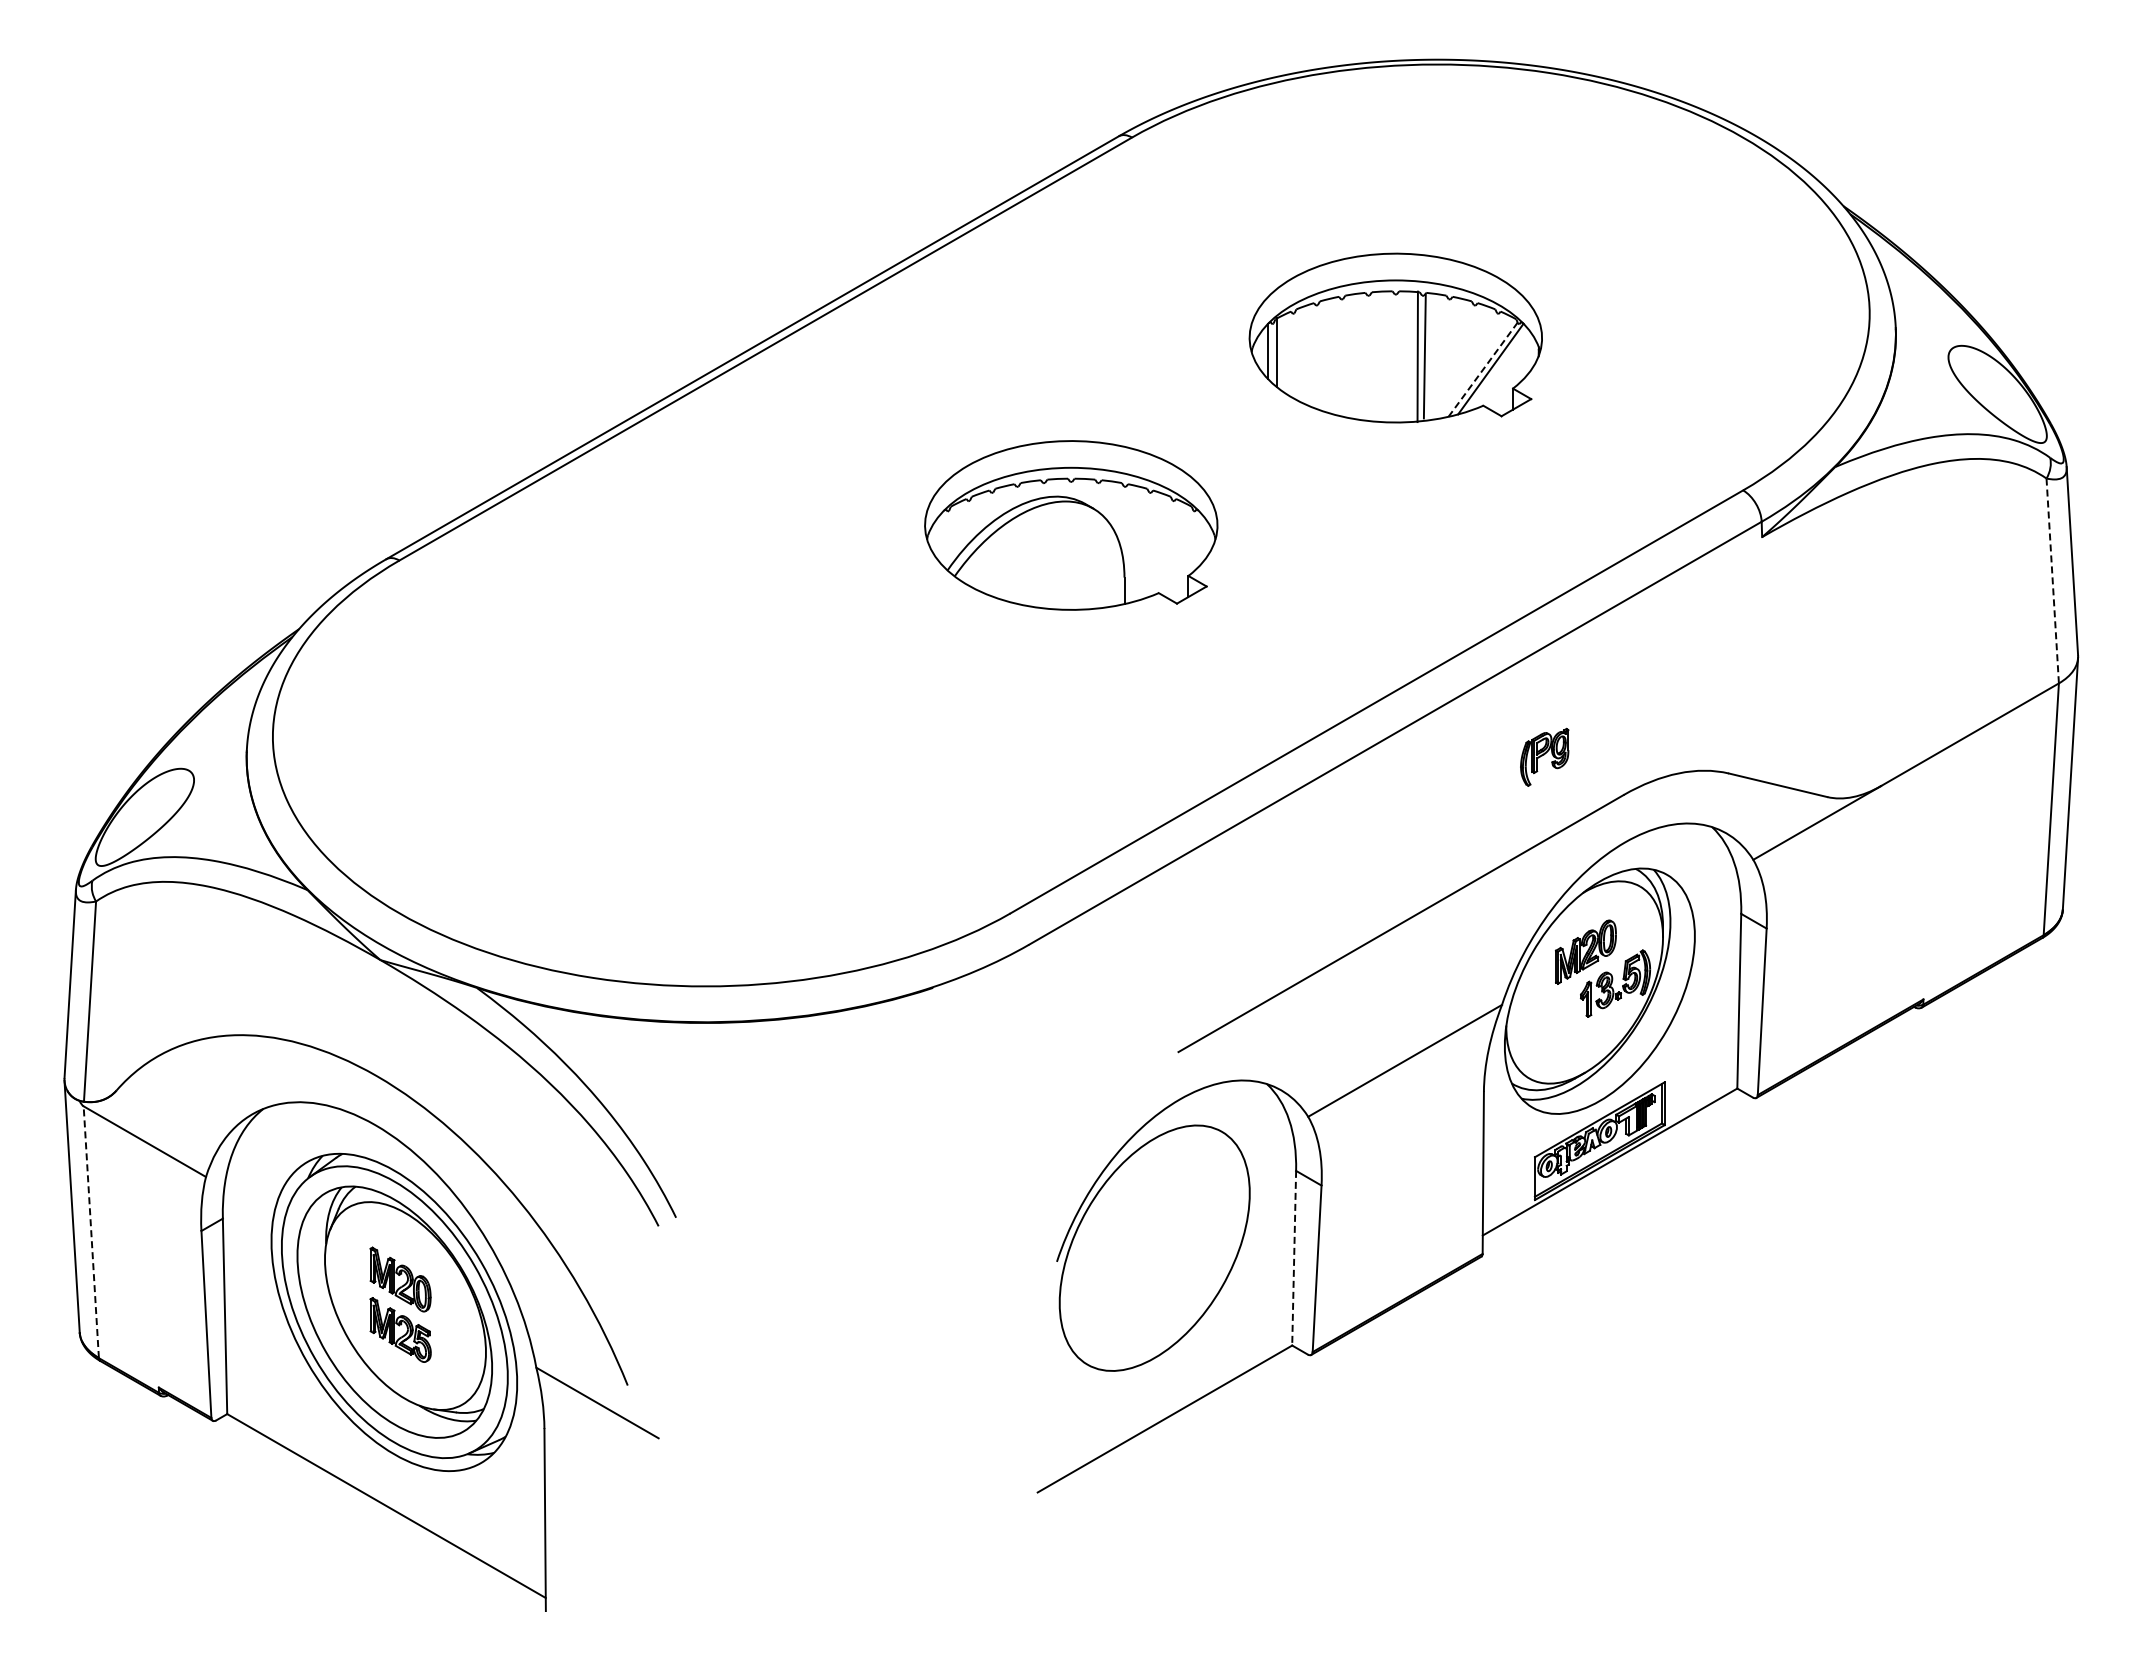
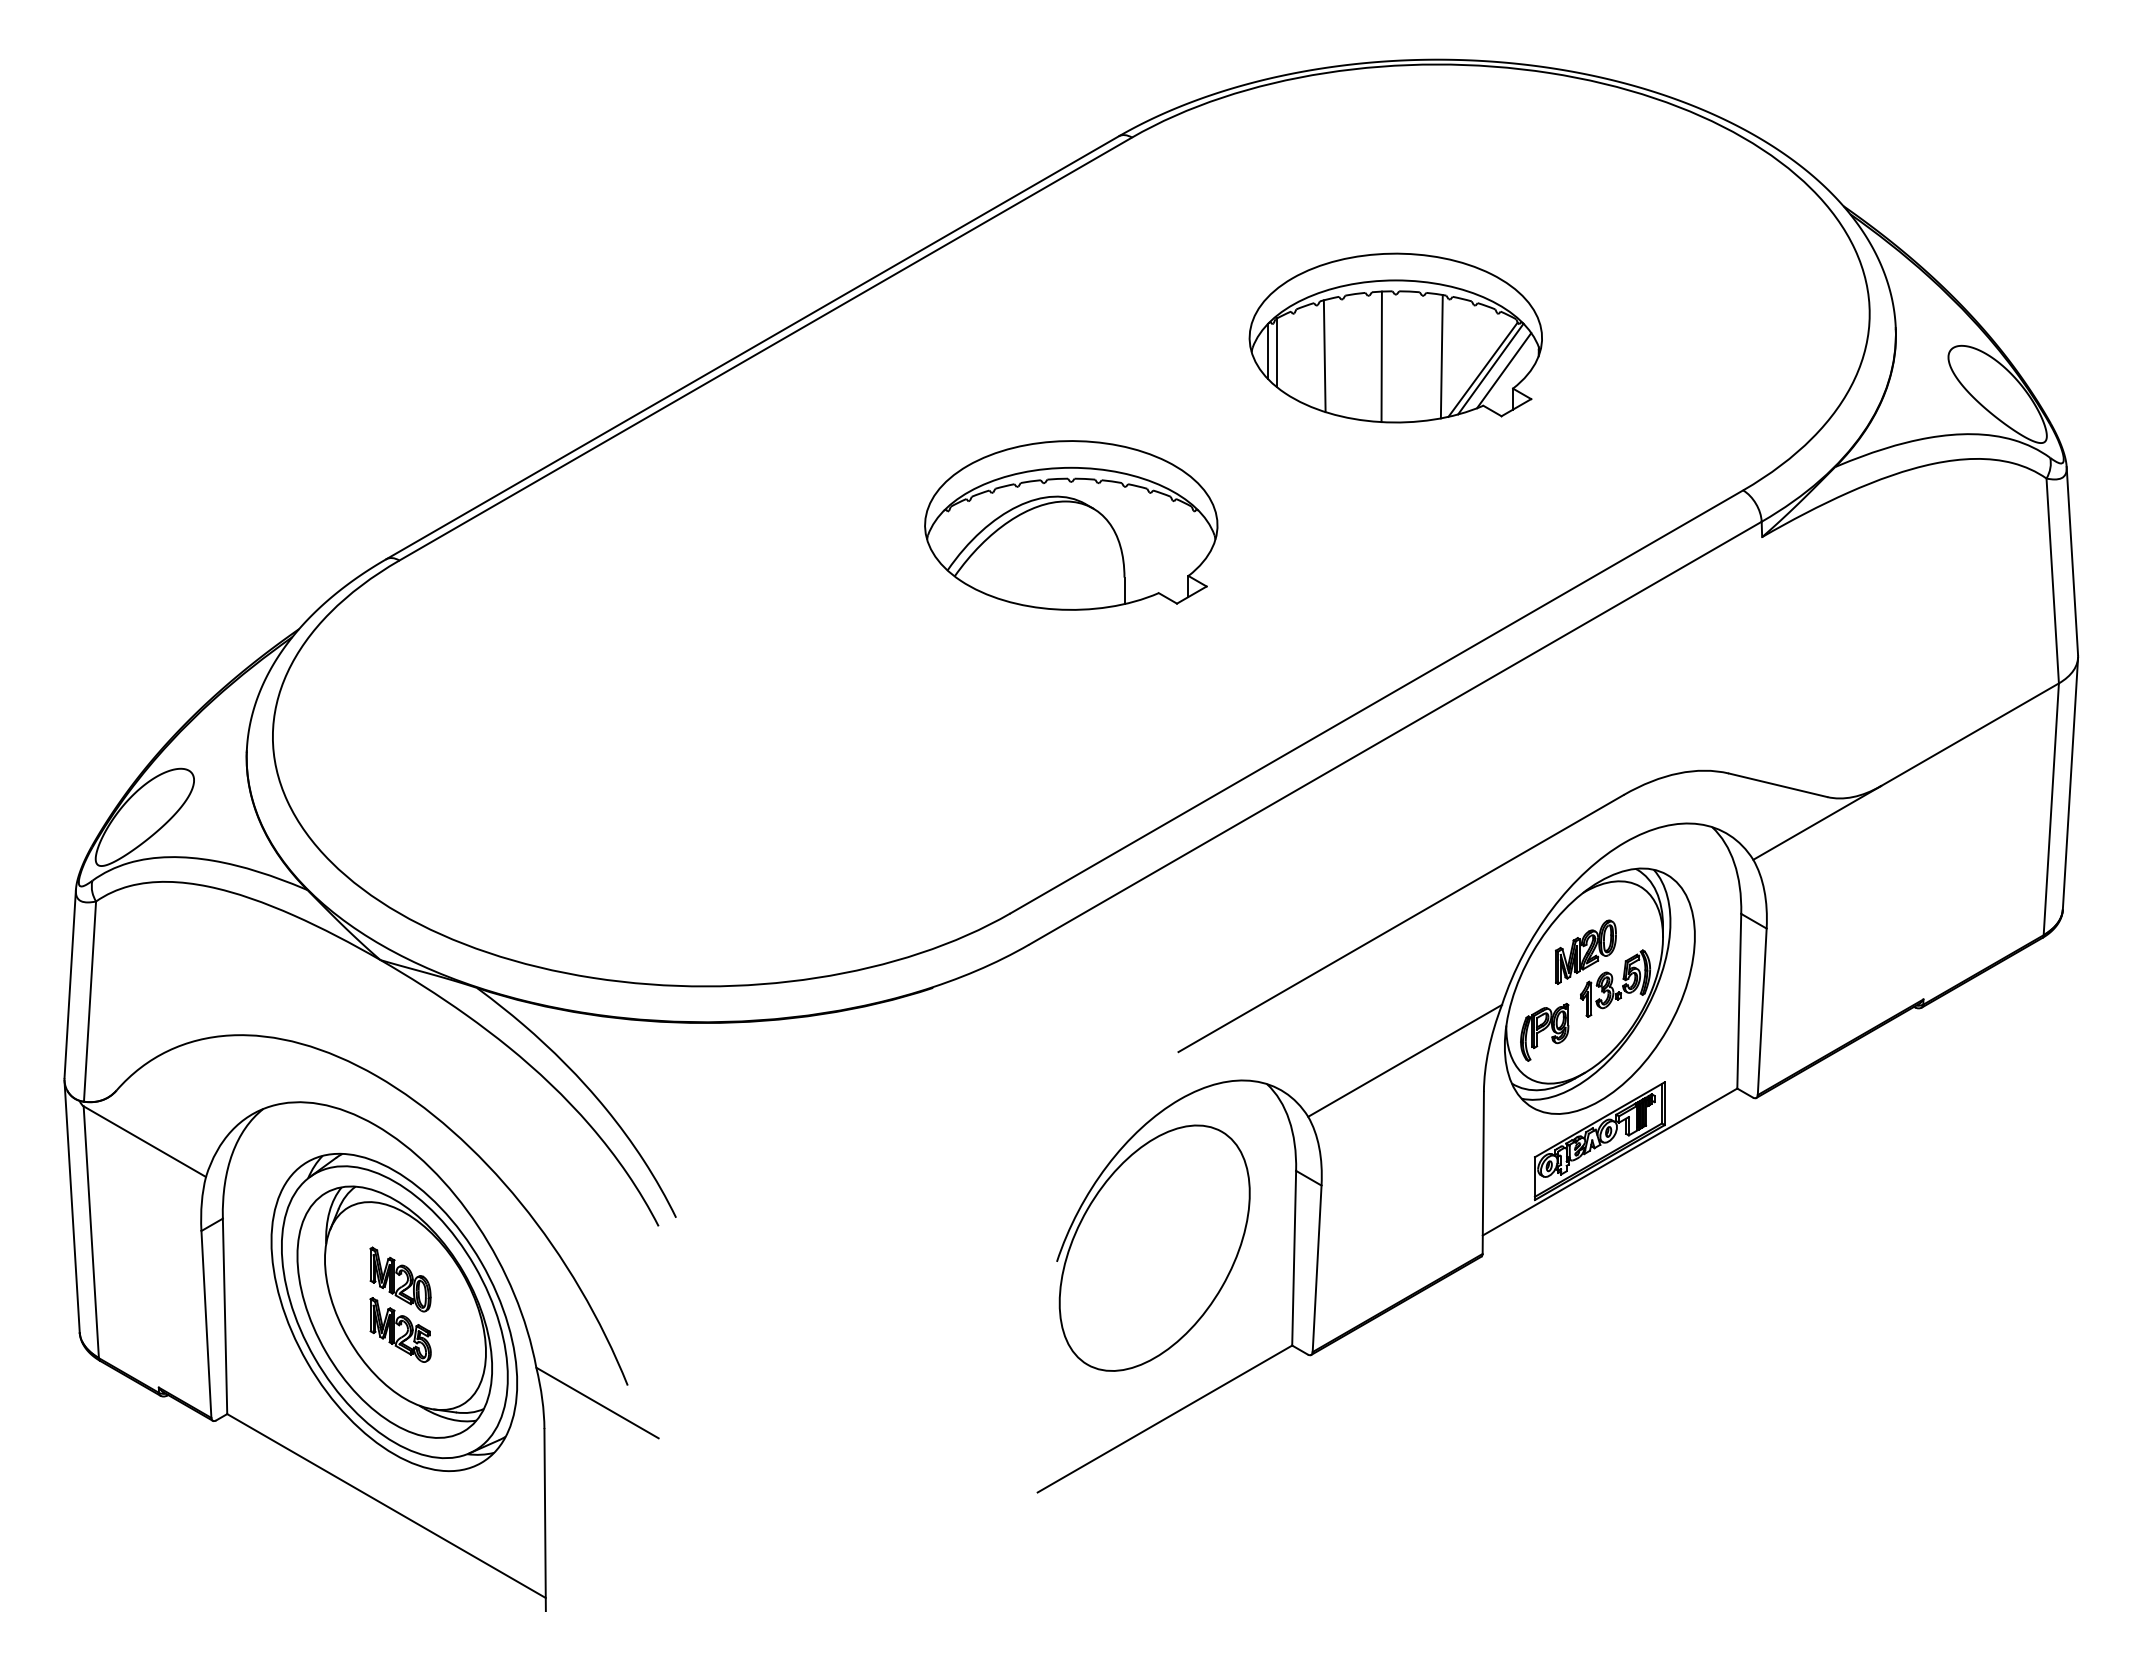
line at (1324, 356): none -> present
line at (1417, 356) position: (1417, 356) -> (1381, 356)
line at (1424, 356) position: (1424, 356) -> (1441, 356)
line at (1483, 369): dashed -> solid
line at (1504, 370): none -> present
line at (2052, 580): dashed -> solid
part at (1544, 756) position: (1544, 756) -> (1544, 1031)
line at (91, 1231): dashed -> solid
line at (1294, 1258): dashed -> solid
